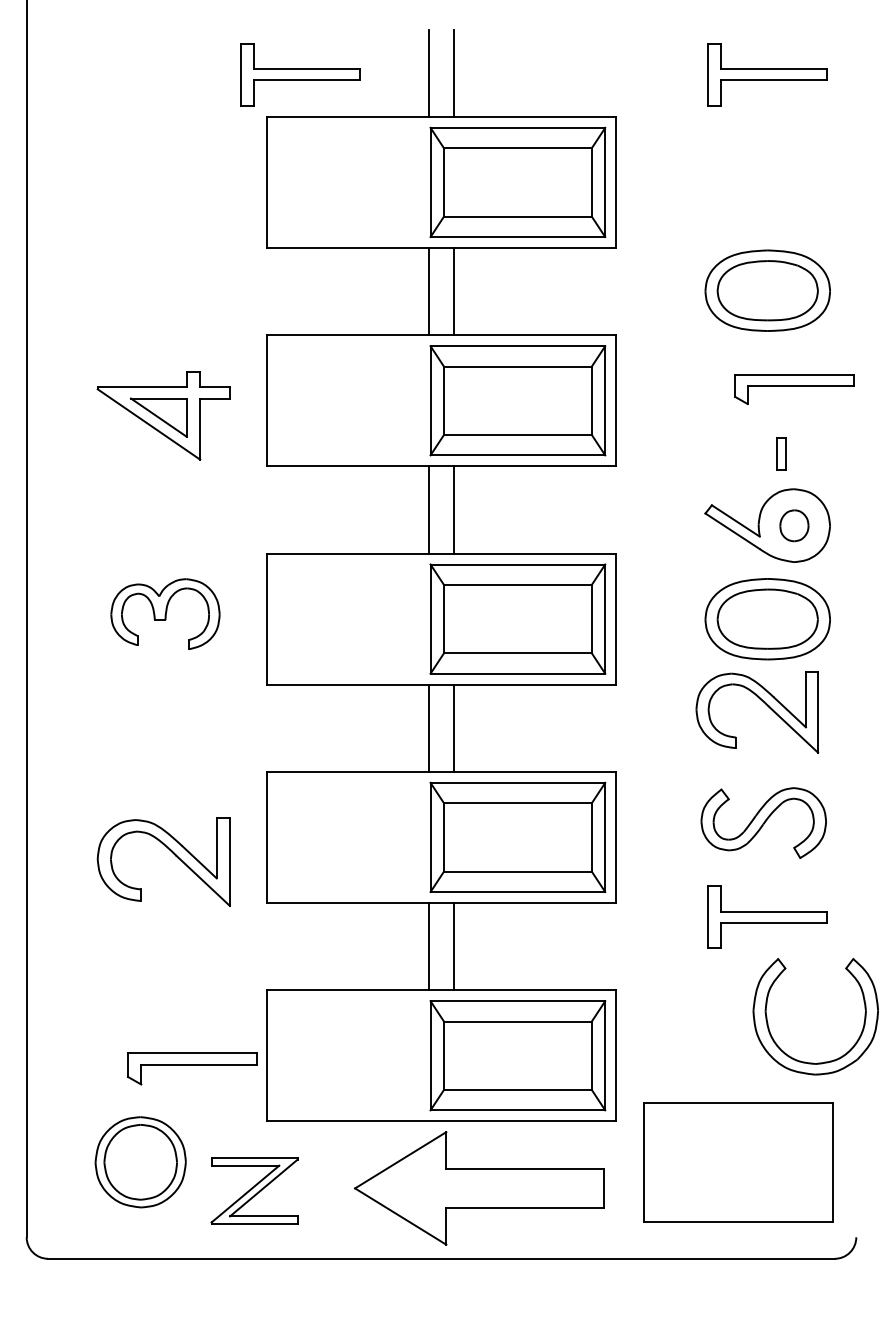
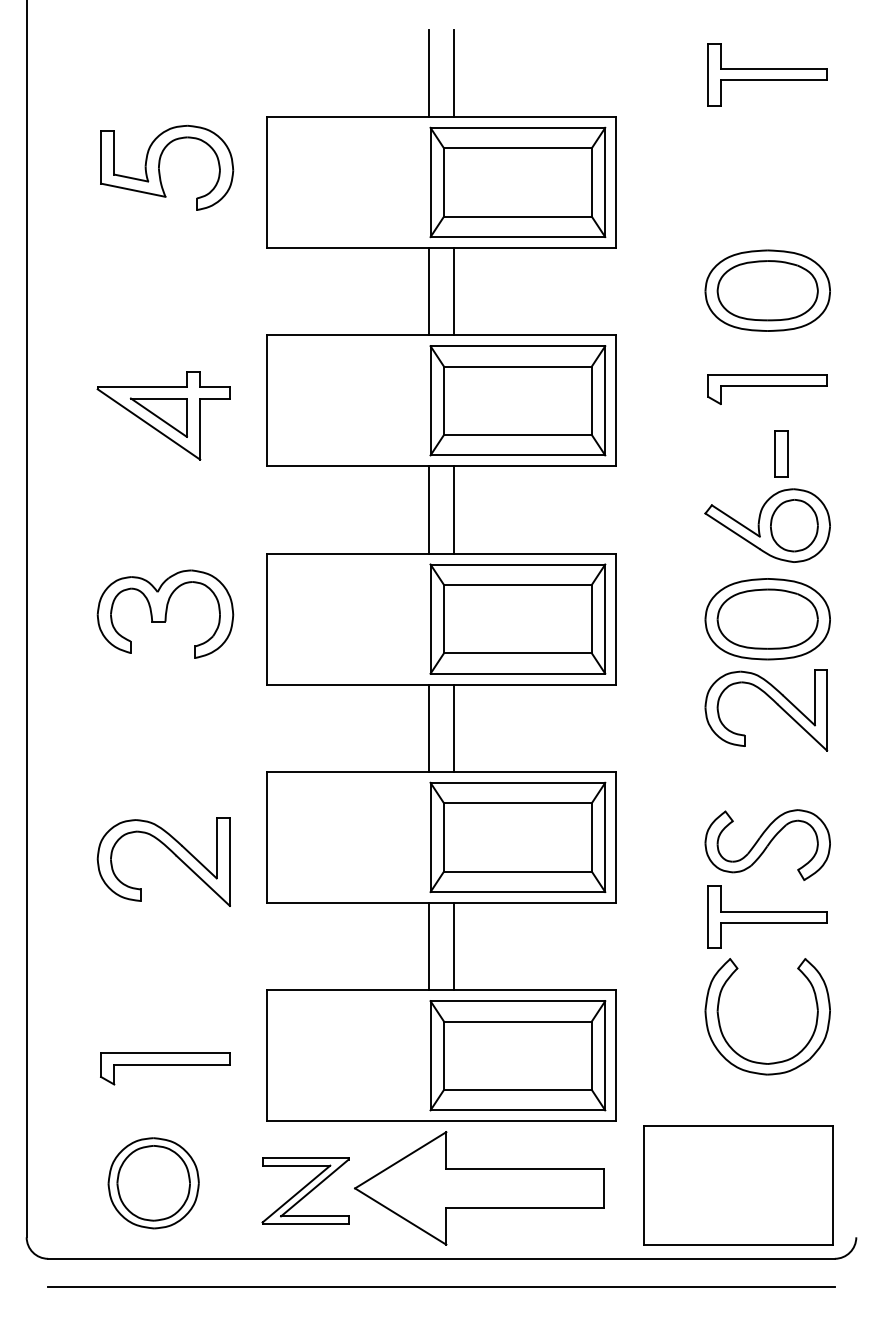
part at (300, 74): present -> none
part at (160, 164): none -> present
part at (794, 389) position: (794, 389) -> (767, 389)
part at (781, 453) size: 11x34 px -> 15x48 px
part at (794, 525) size: 31x34 px -> 49x54 px
part at (165, 613) size: 111x72 px -> 139x90 px
part at (765, 704) position: (765, 704) -> (774, 702)
part at (763, 822) position: (763, 822) -> (767, 844)
part at (824, 1061) position: (824, 1061) -> (776, 1061)
part at (192, 1068) position: (192, 1068) -> (165, 1068)
part at (140, 1162) position: (140, 1162) -> (153, 1183)
part at (738, 1162) position: (738, 1162) -> (738, 1185)
part at (254, 1190) position: (254, 1190) -> (305, 1190)
line at (441, 1287): none -> present
